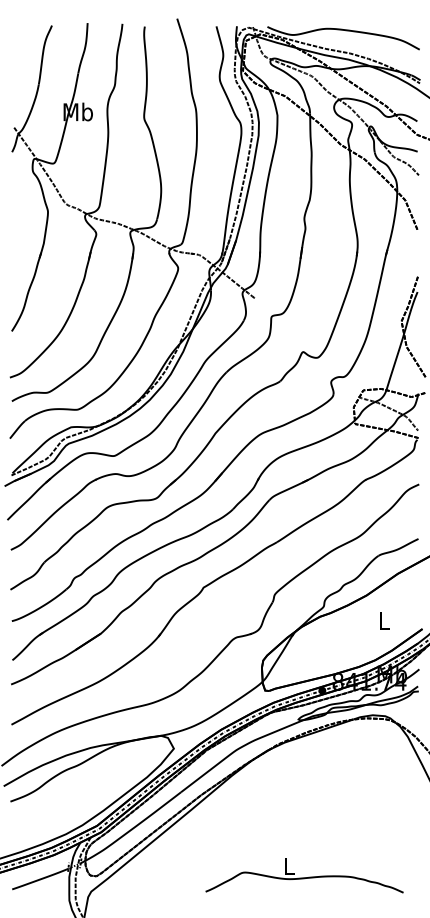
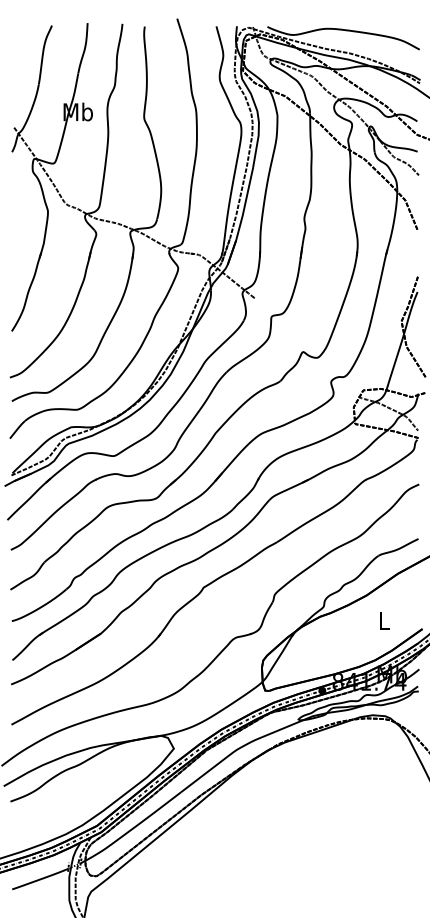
part at (304, 875): present -> none
